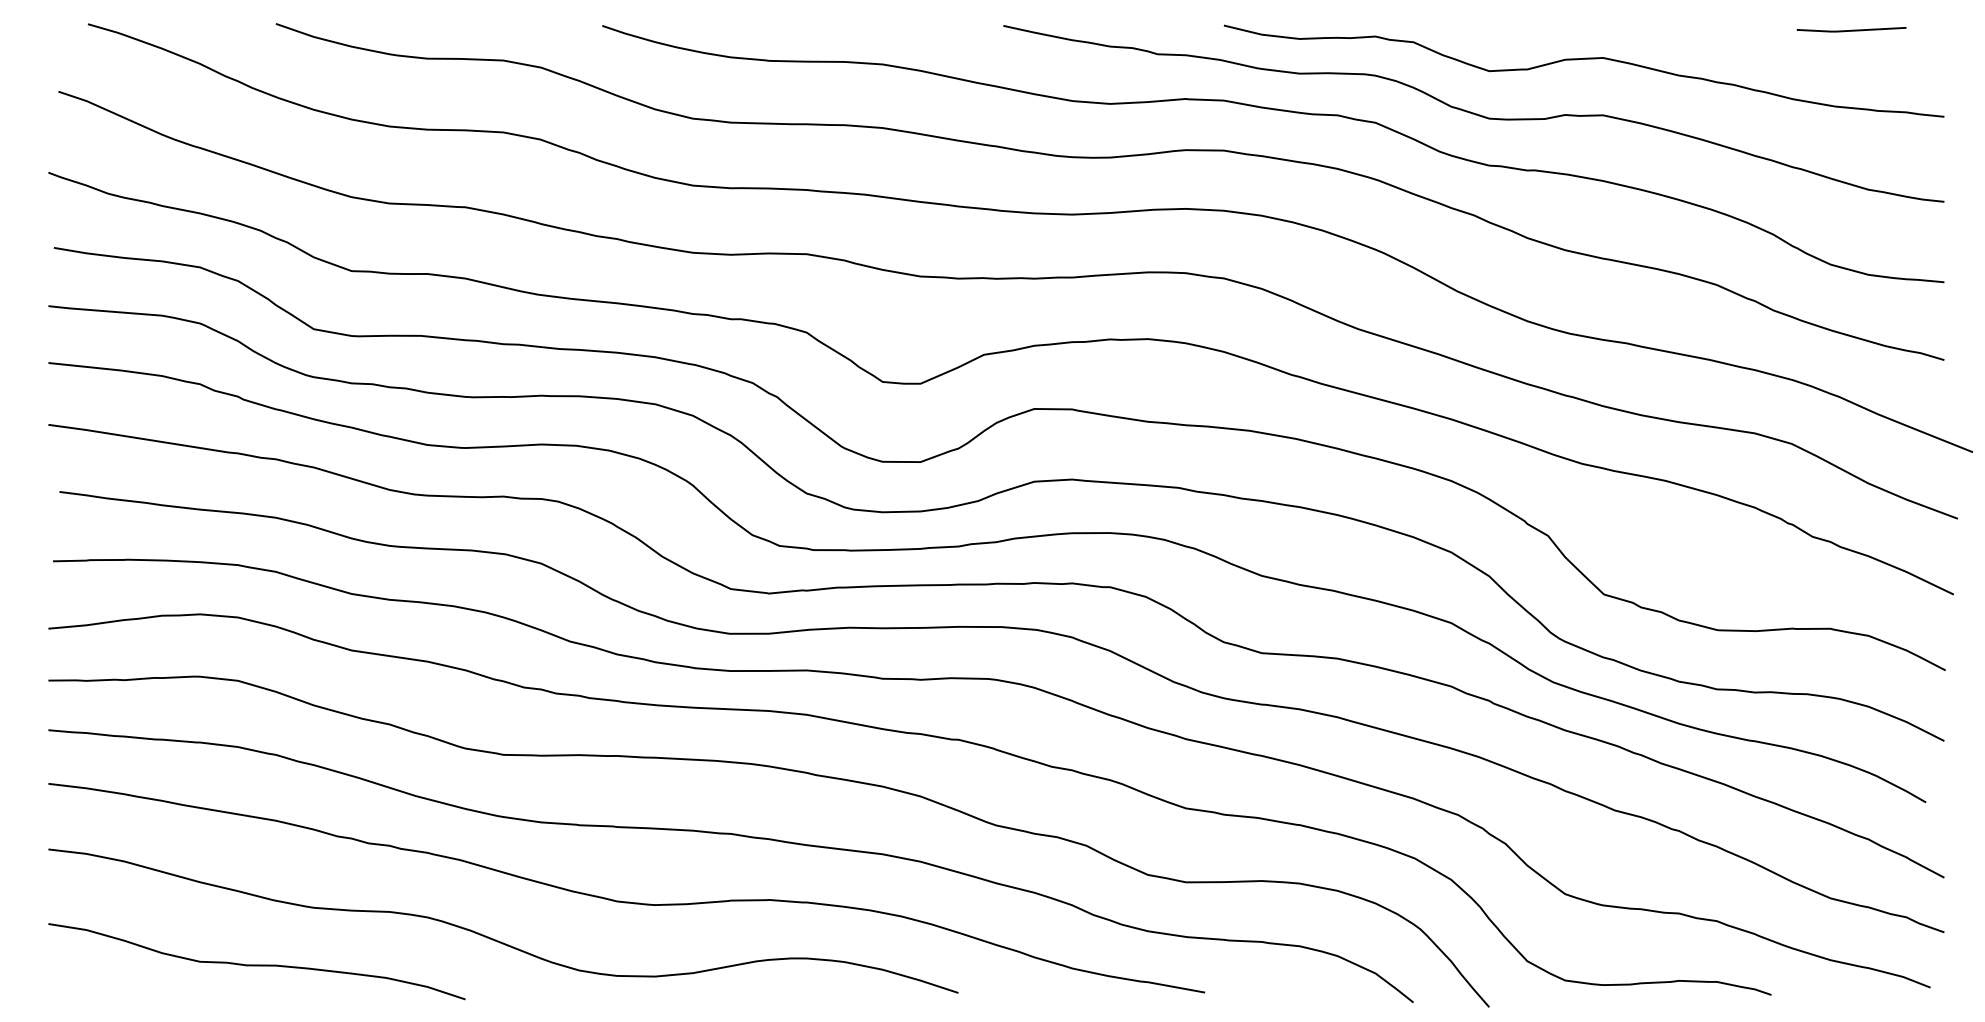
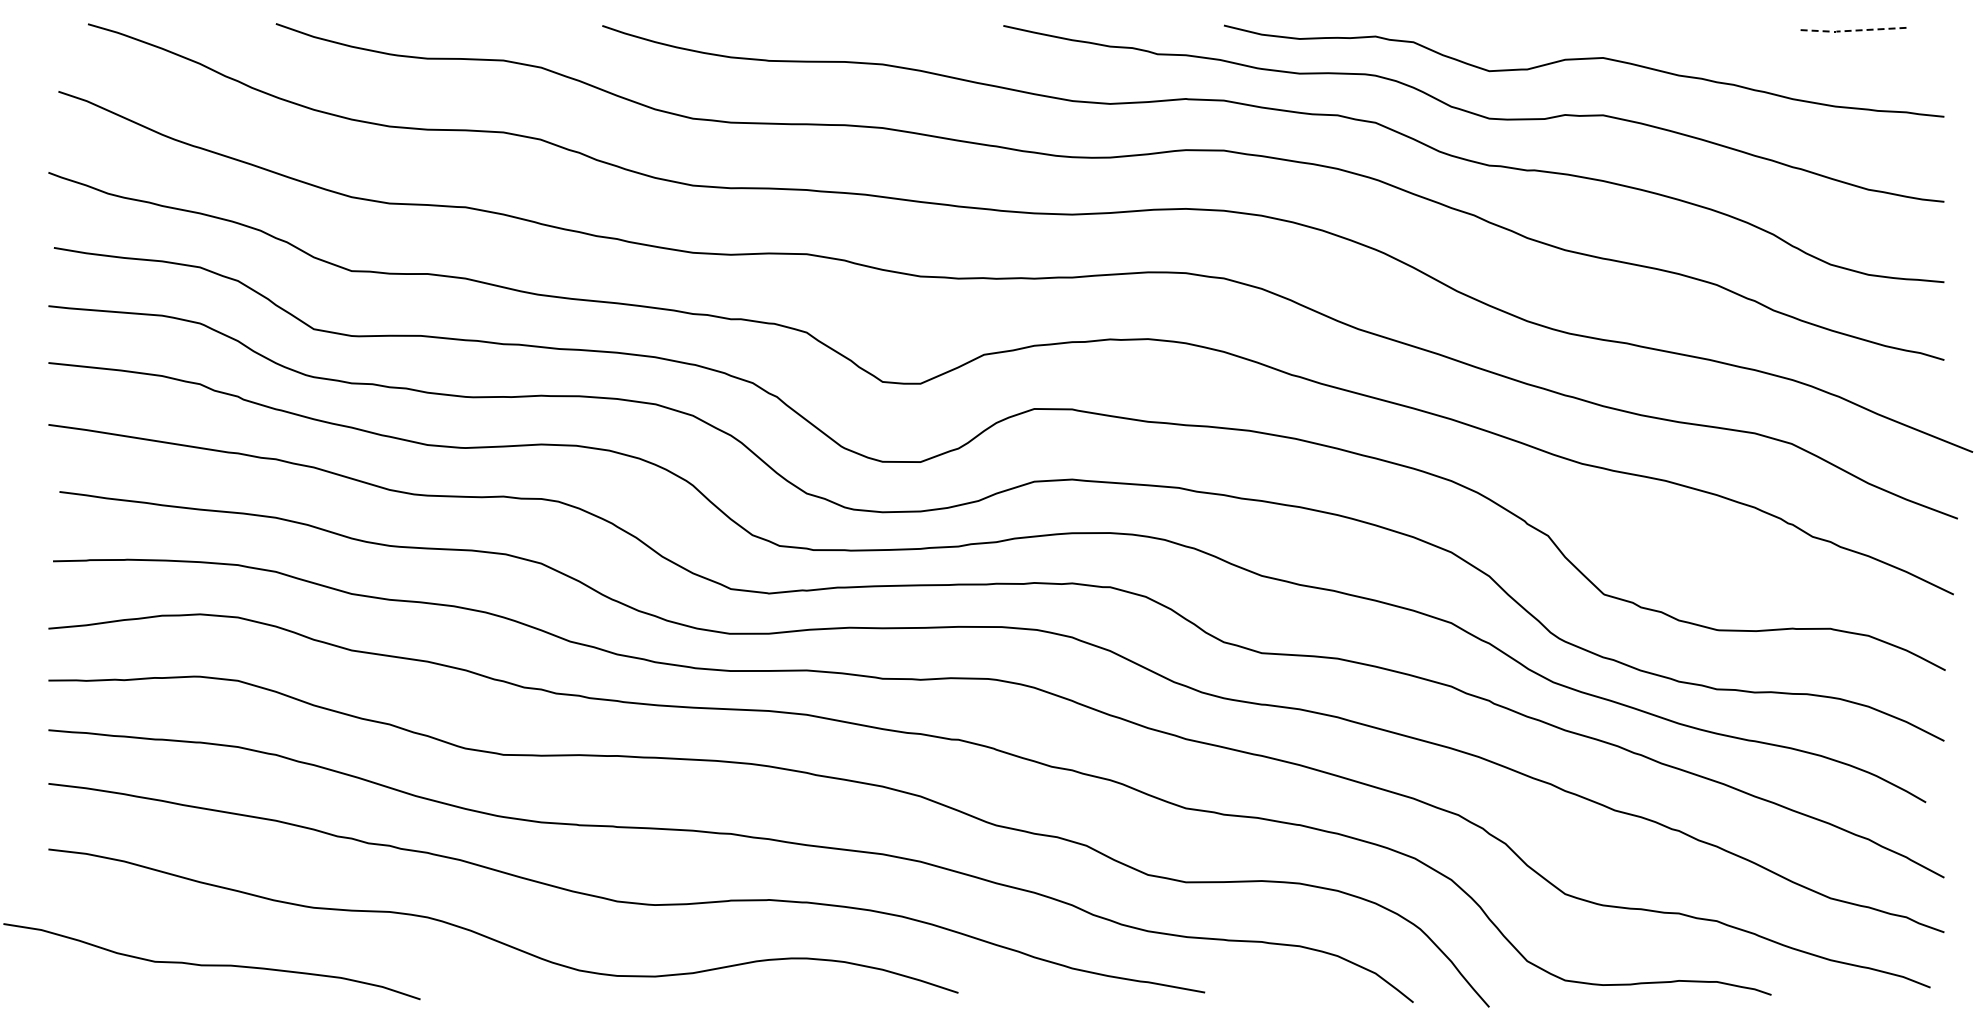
line at (1850, 30): solid -> dashed
curve at (256, 964) position: (256, 964) -> (211, 964)
